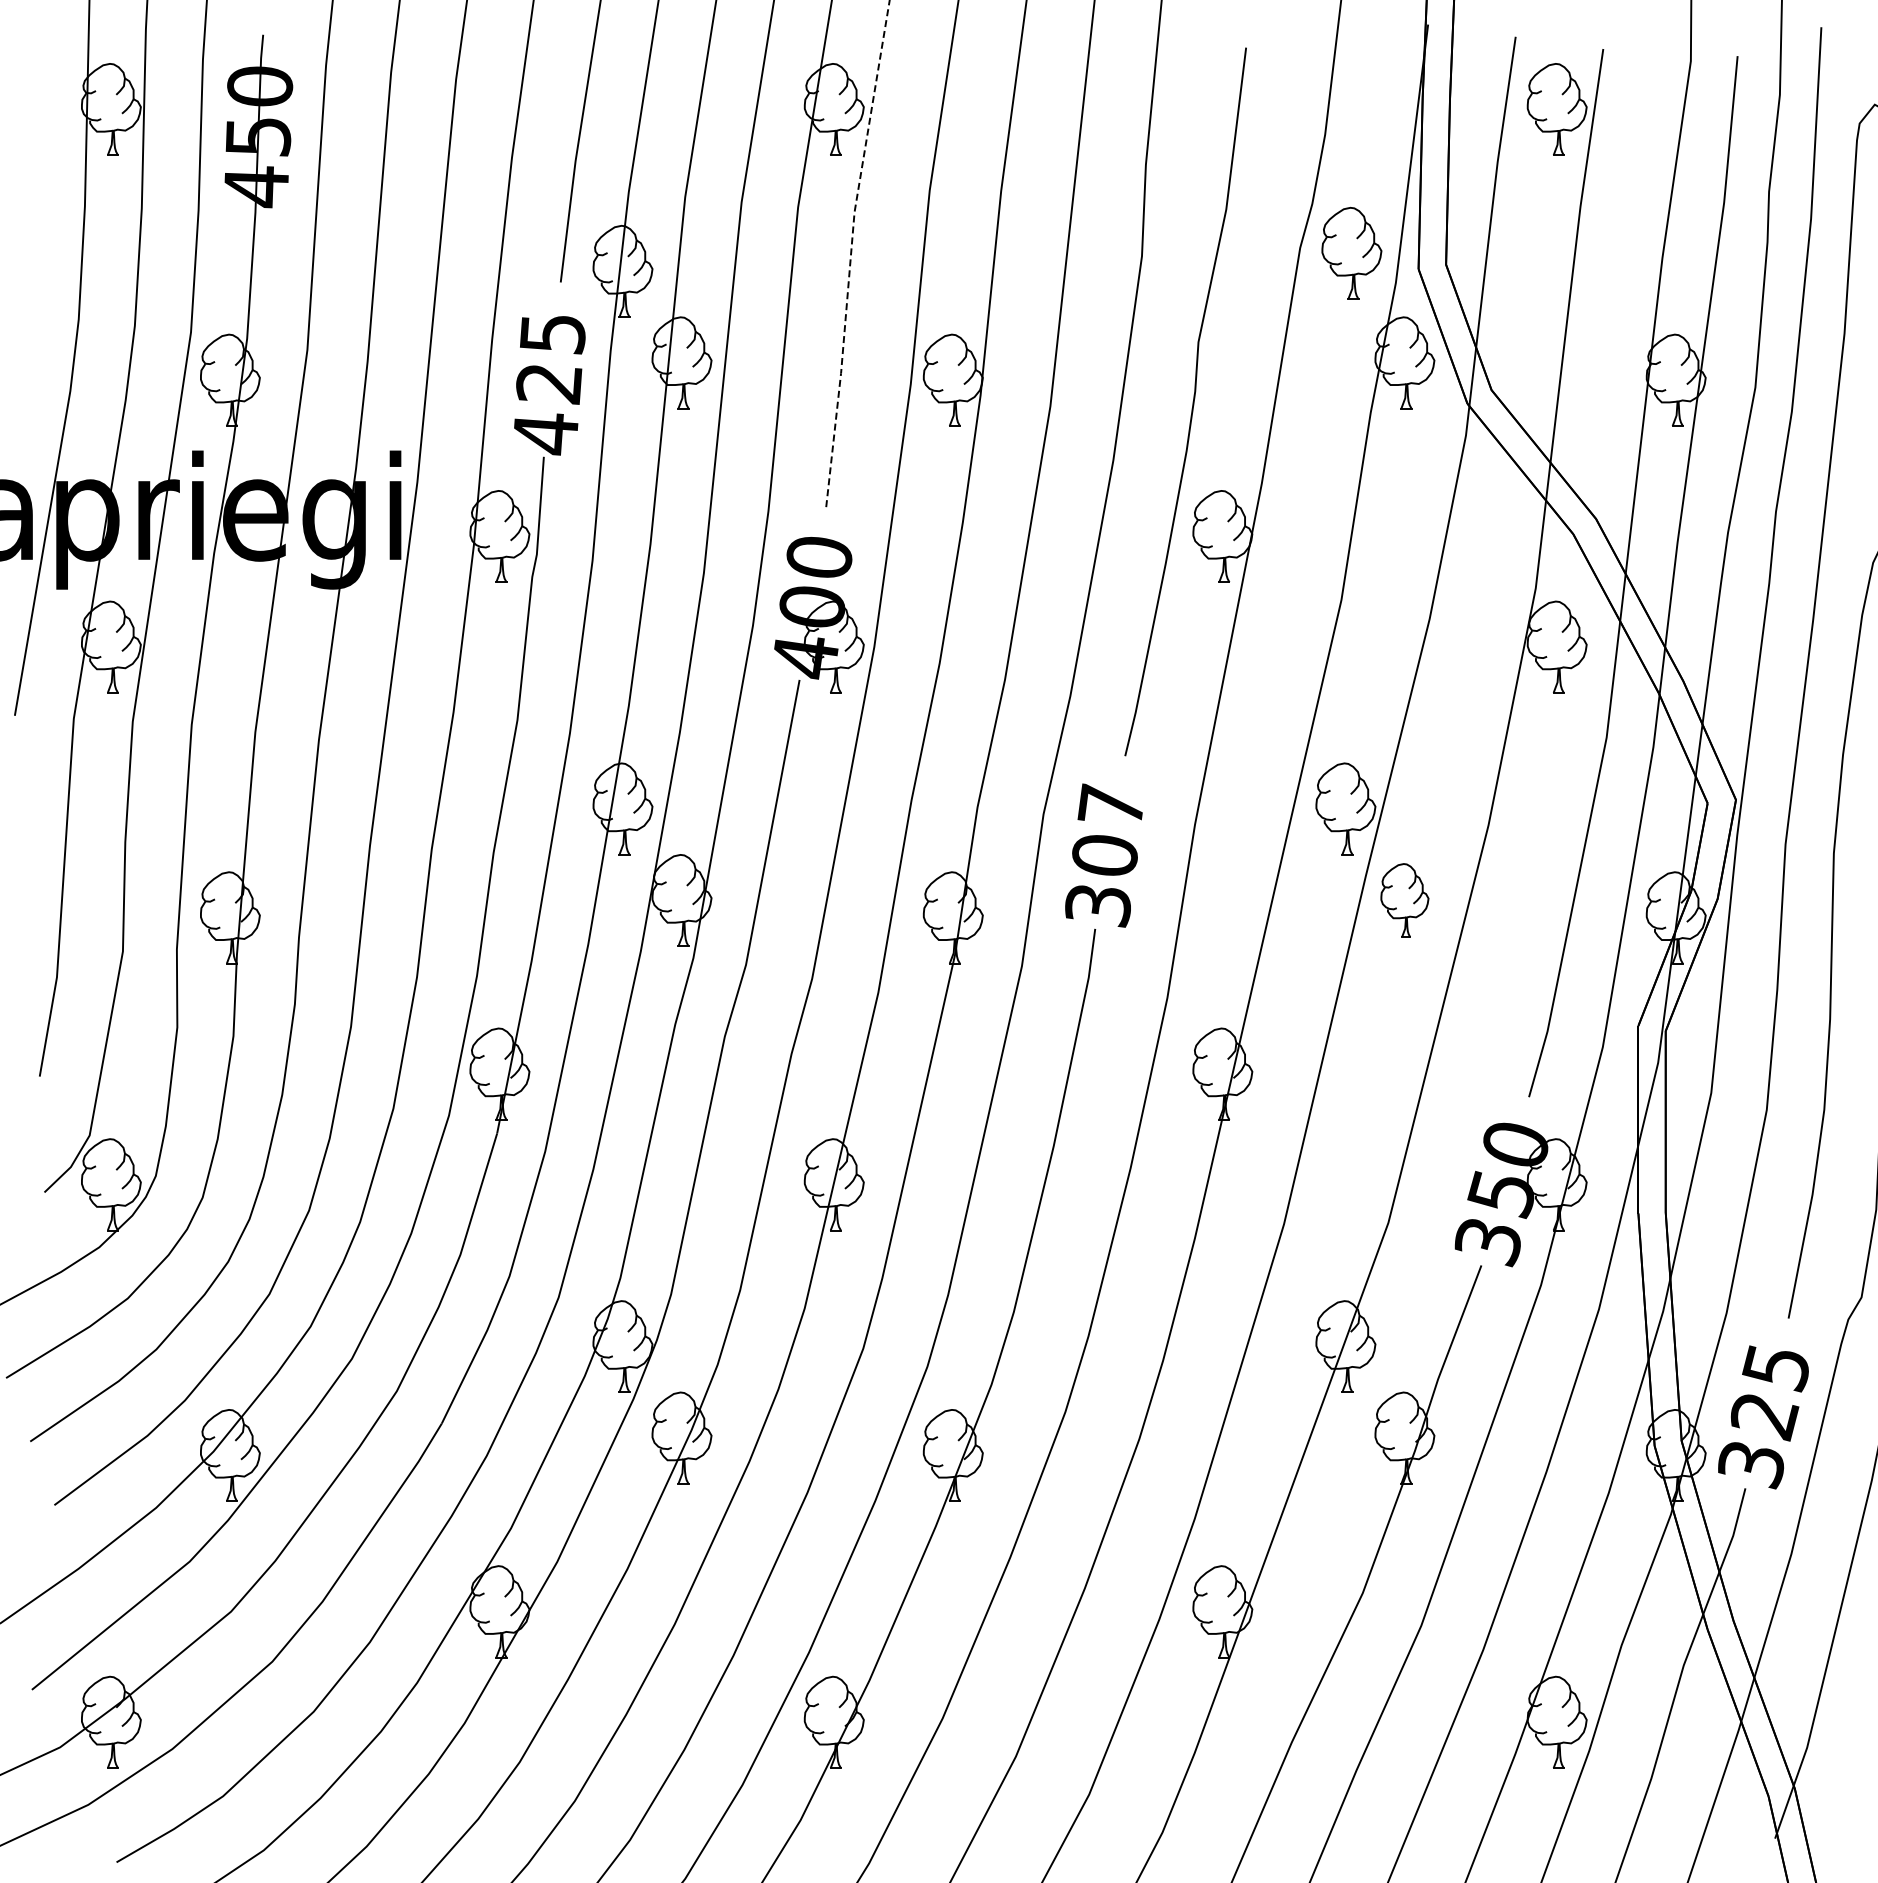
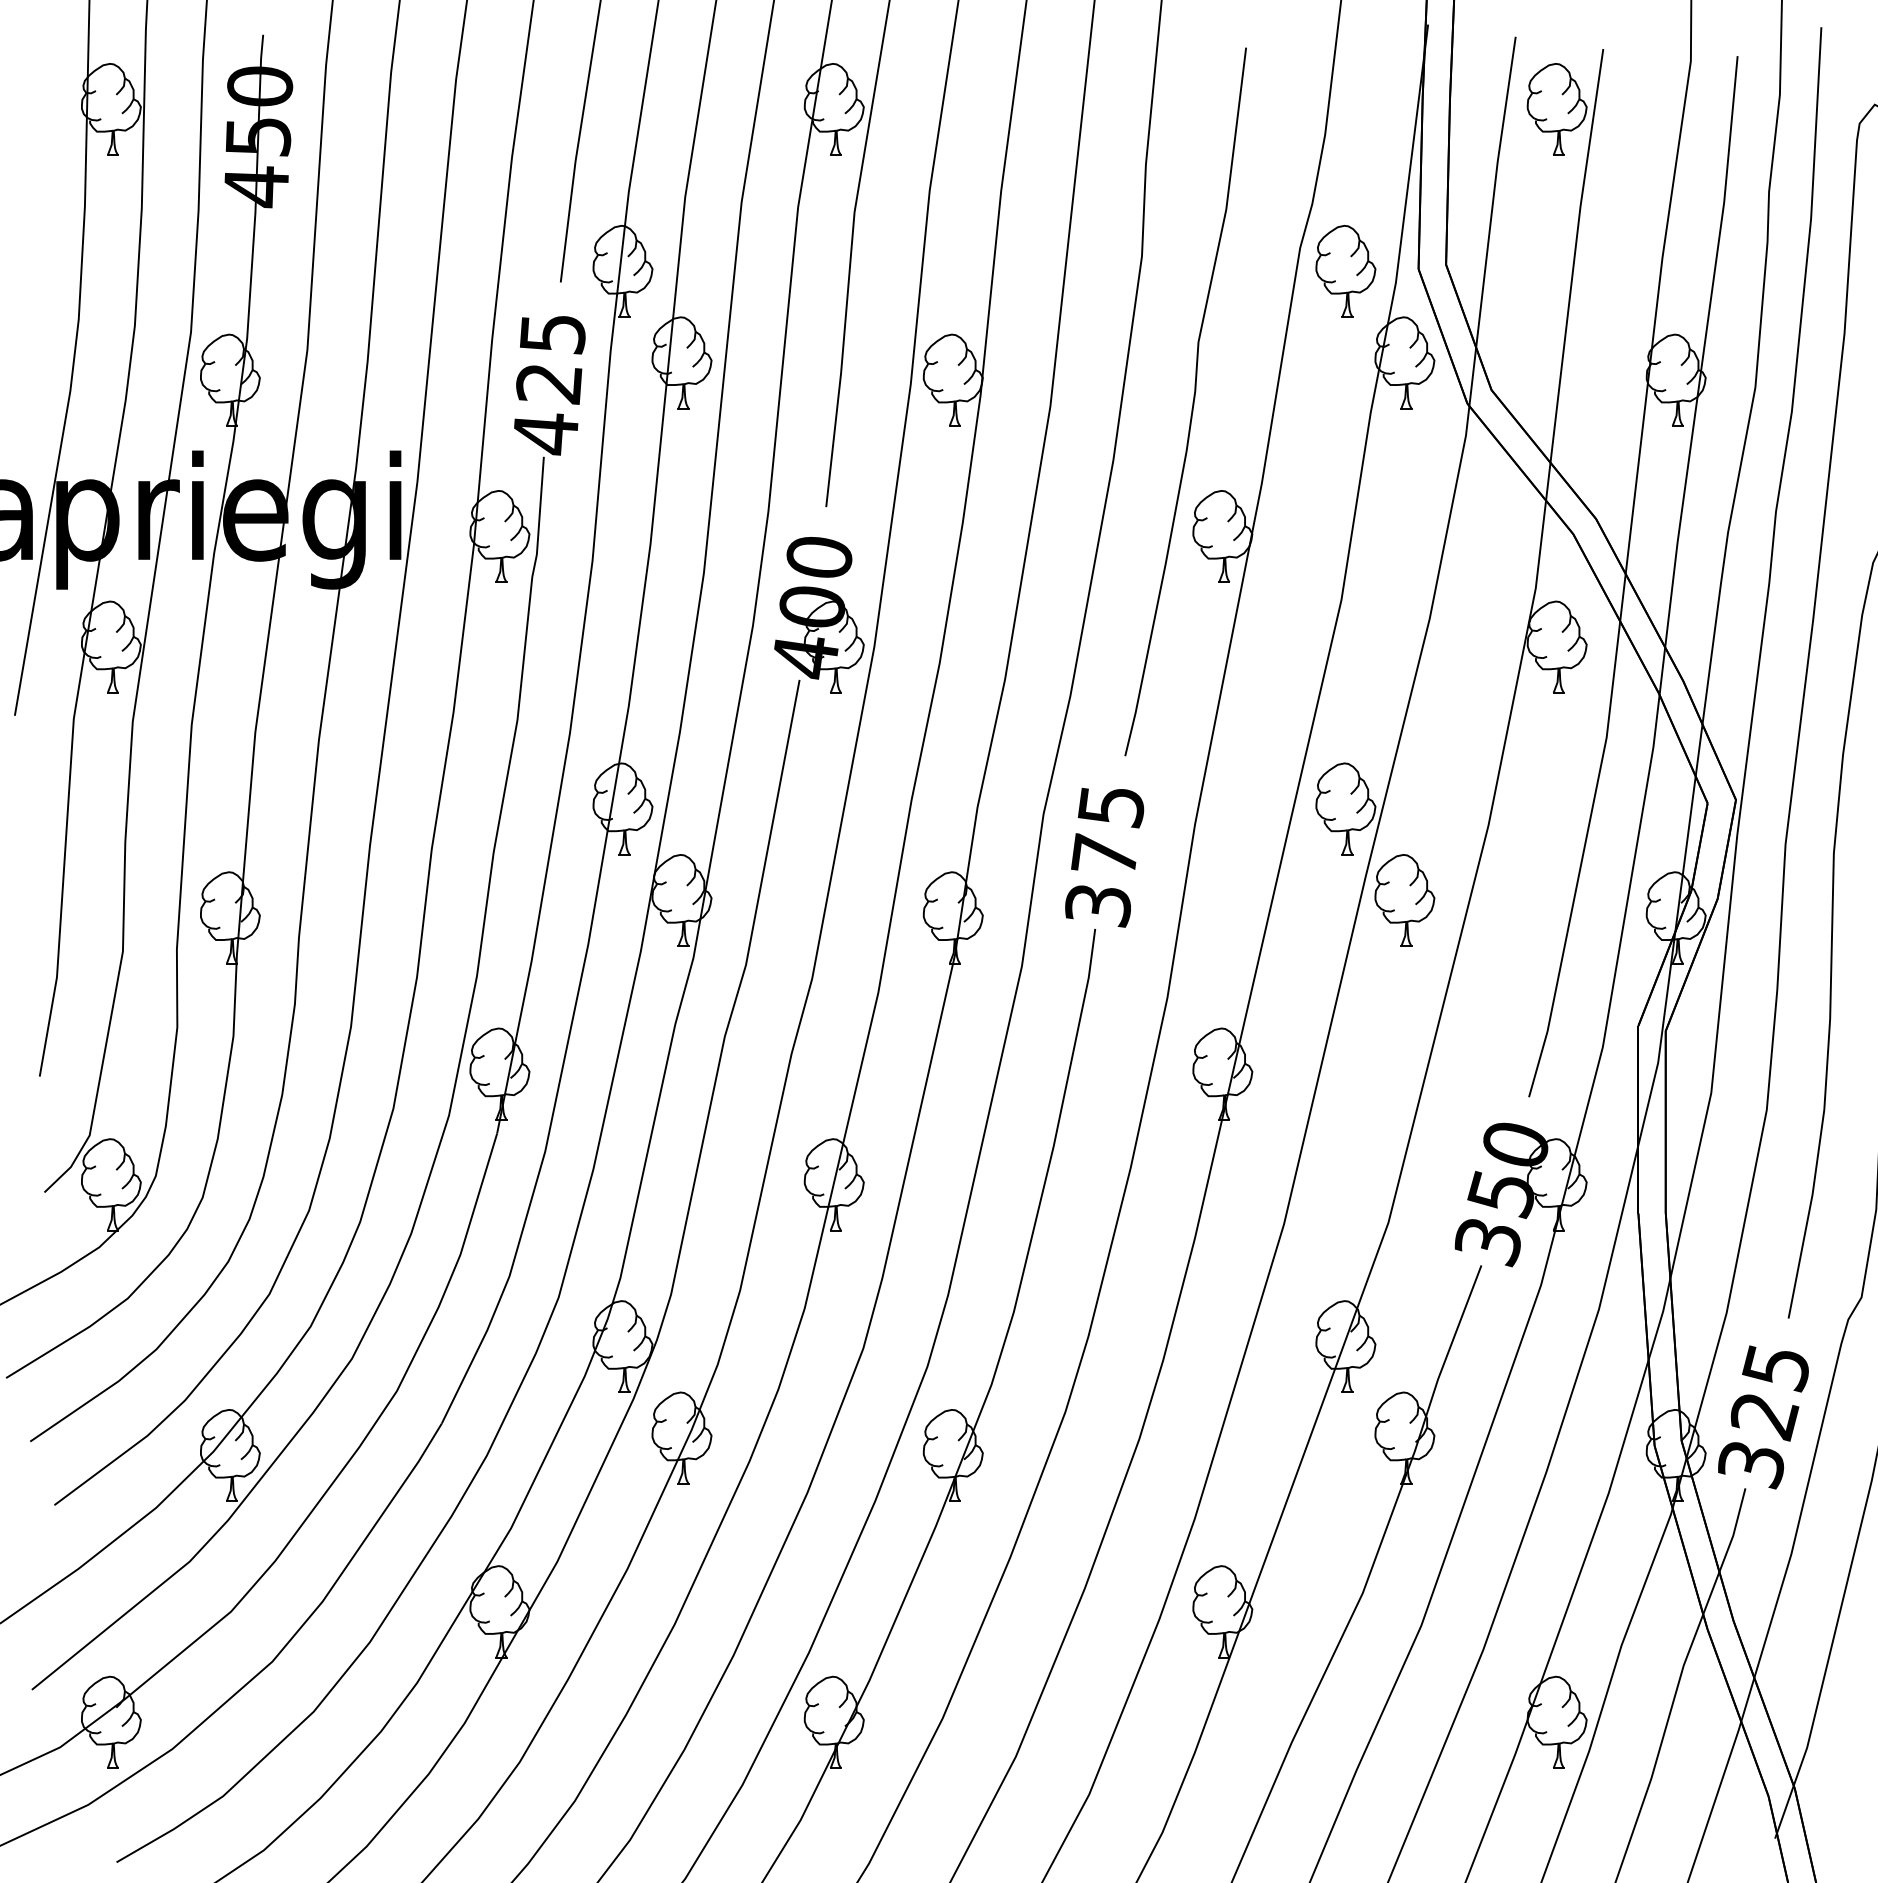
part at (1351, 252) position: (1351, 252) -> (1345, 270)
line at (851, 253): dashed -> solid
text at (1107, 829): 307 -> 375
part at (1404, 900) size: 50x75 px -> 62x93 px
